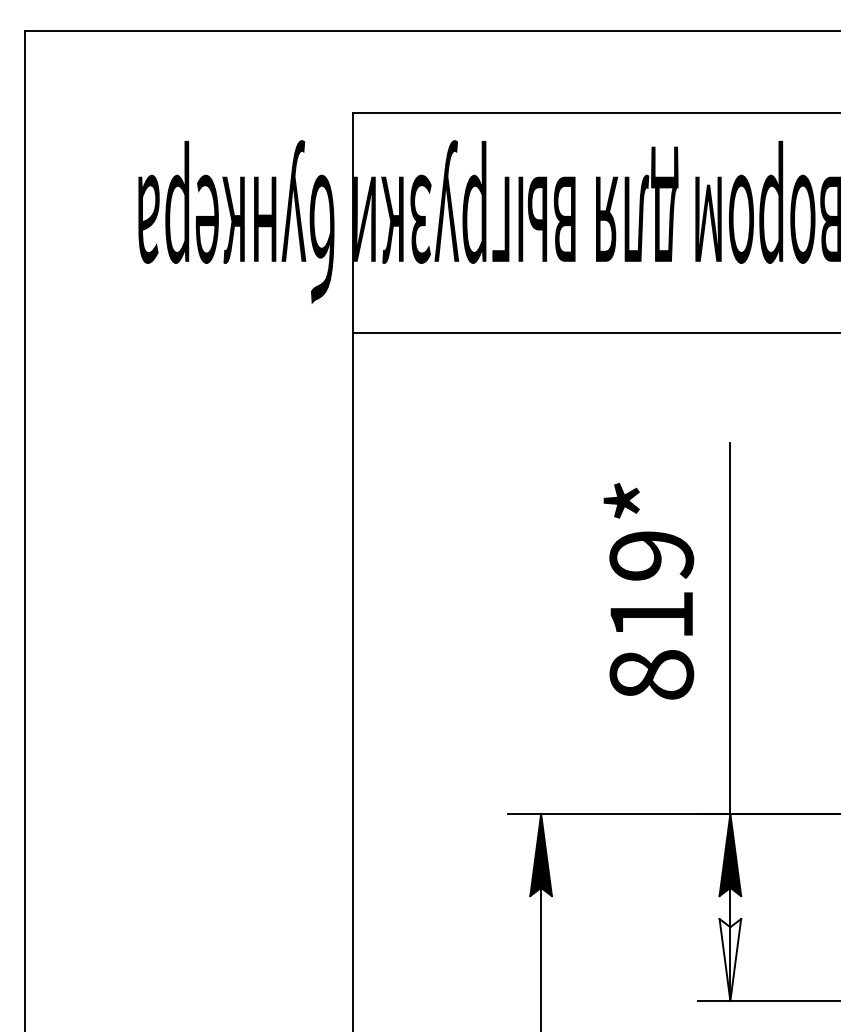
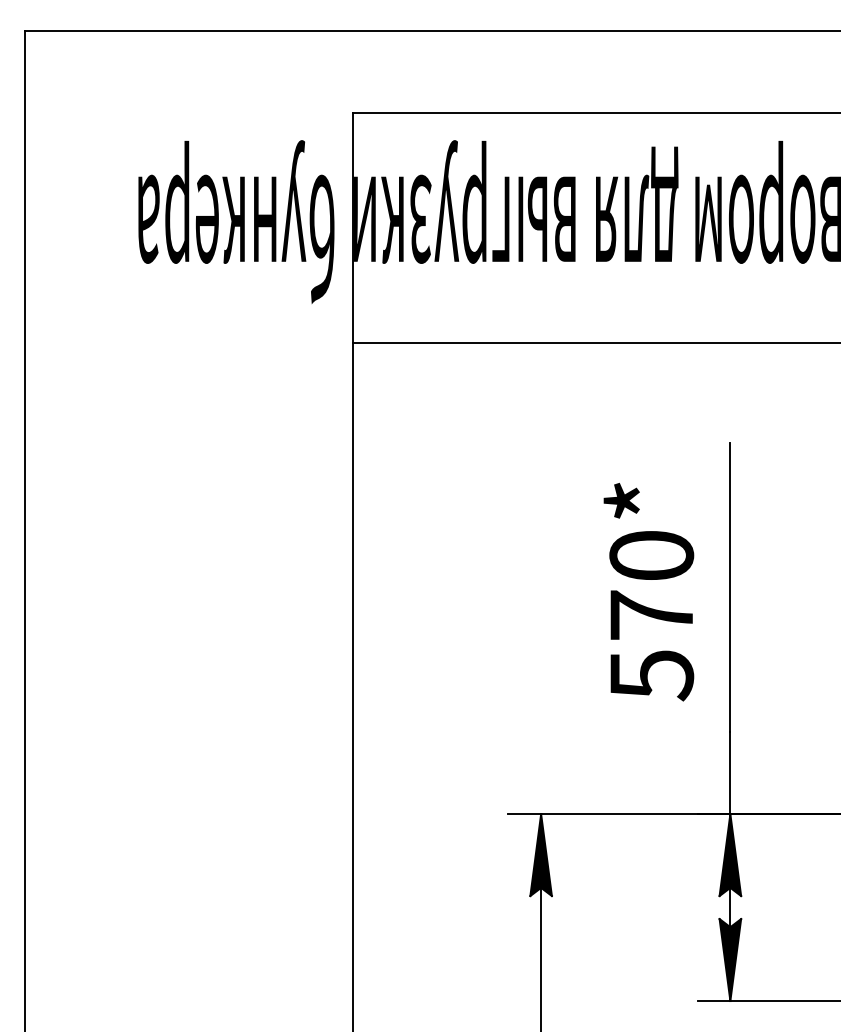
line at (595, 332) position: (595, 332) -> (595, 342)
text at (651, 616): 819* -> 570*
fill at (730, 960): none -> present
